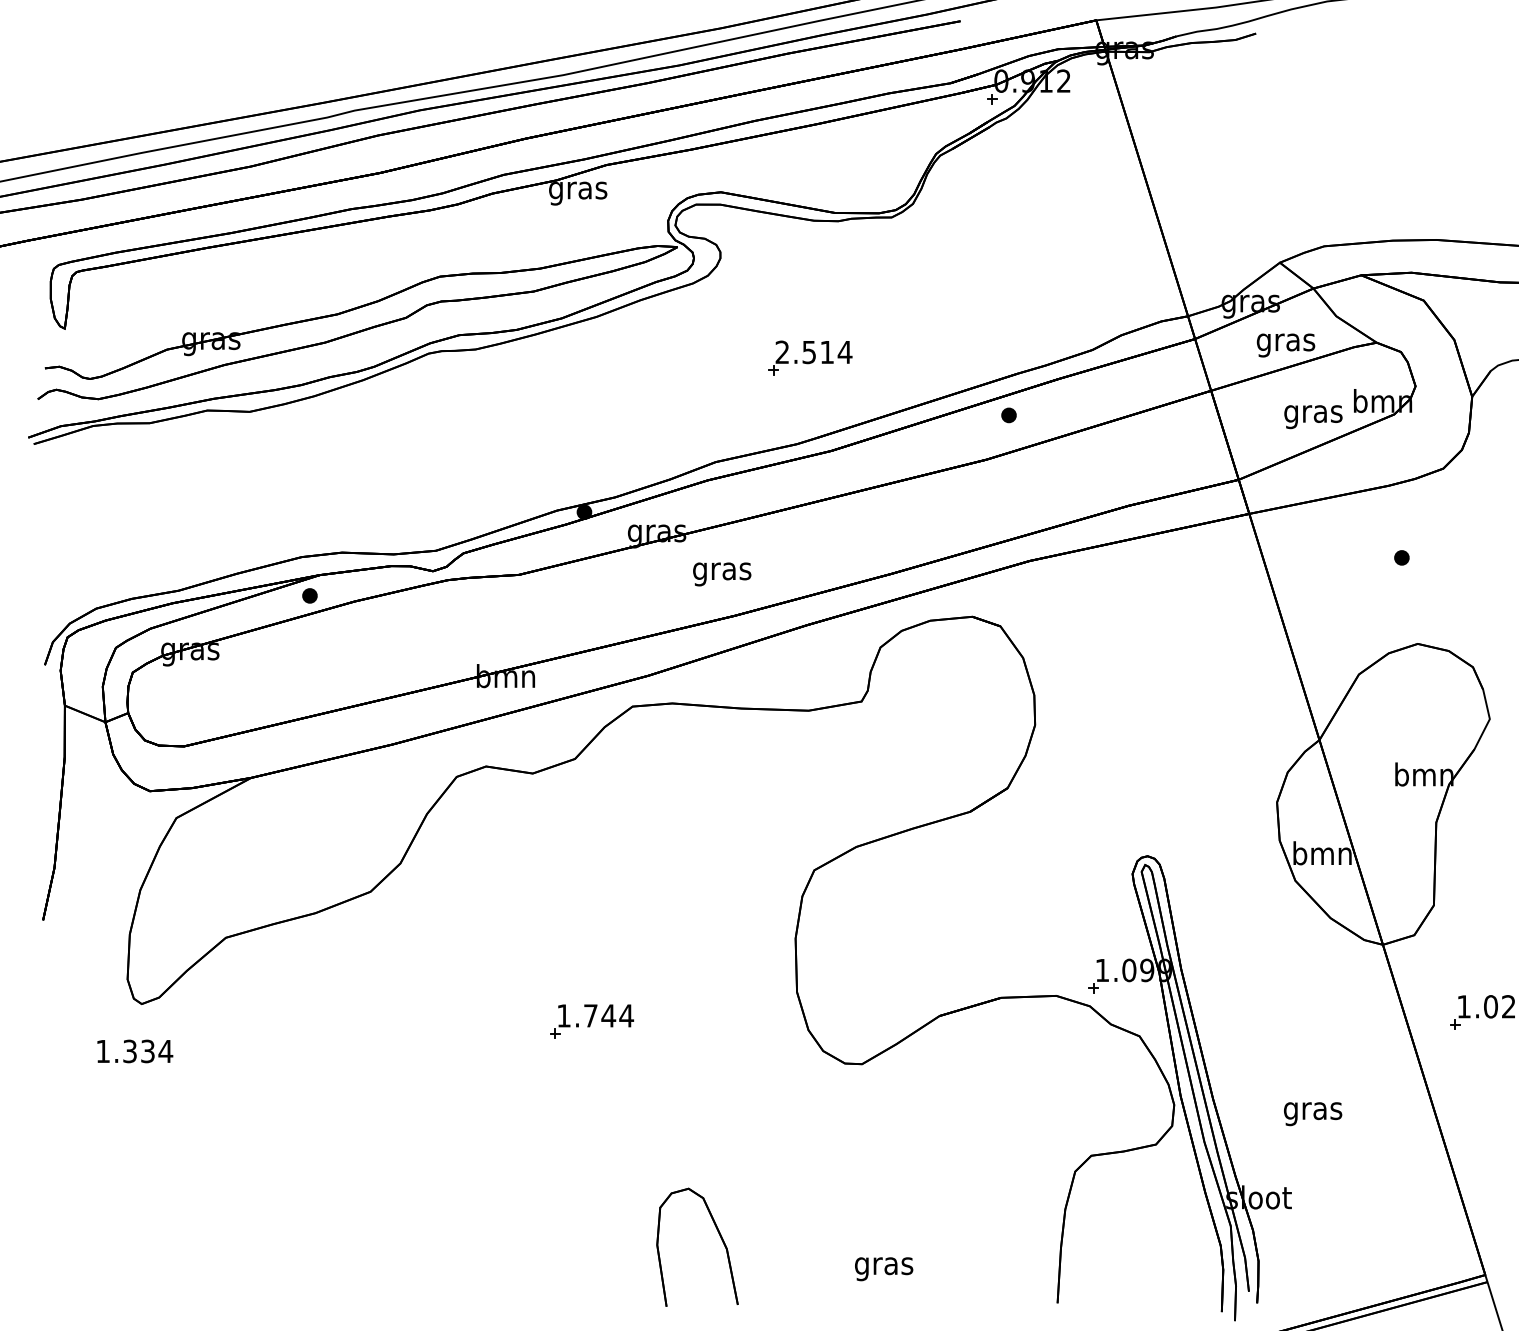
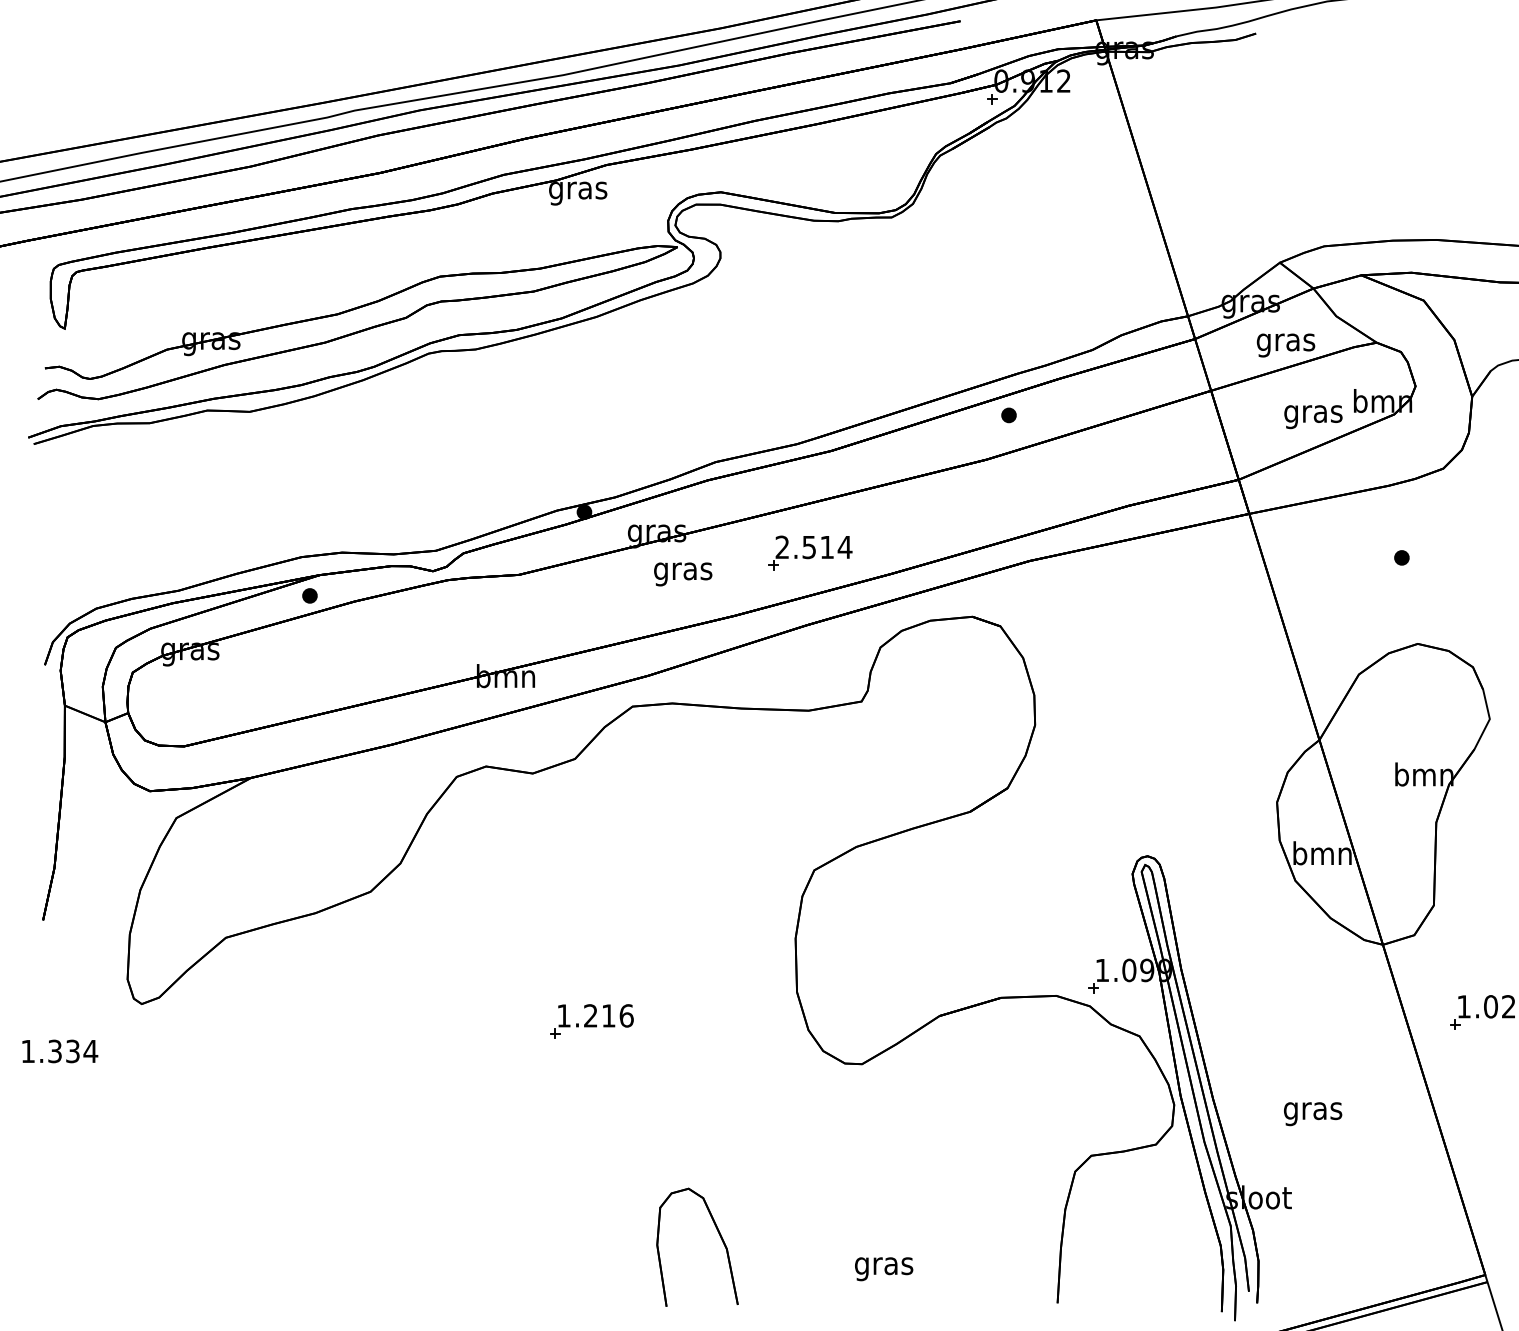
part at (810, 357) position: (810, 357) -> (810, 552)
text at (722, 574) position: (722, 574) -> (683, 574)
text at (609, 1015): 1.744 -> 1.216
text at (135, 1051) position: (135, 1051) -> (60, 1051)
